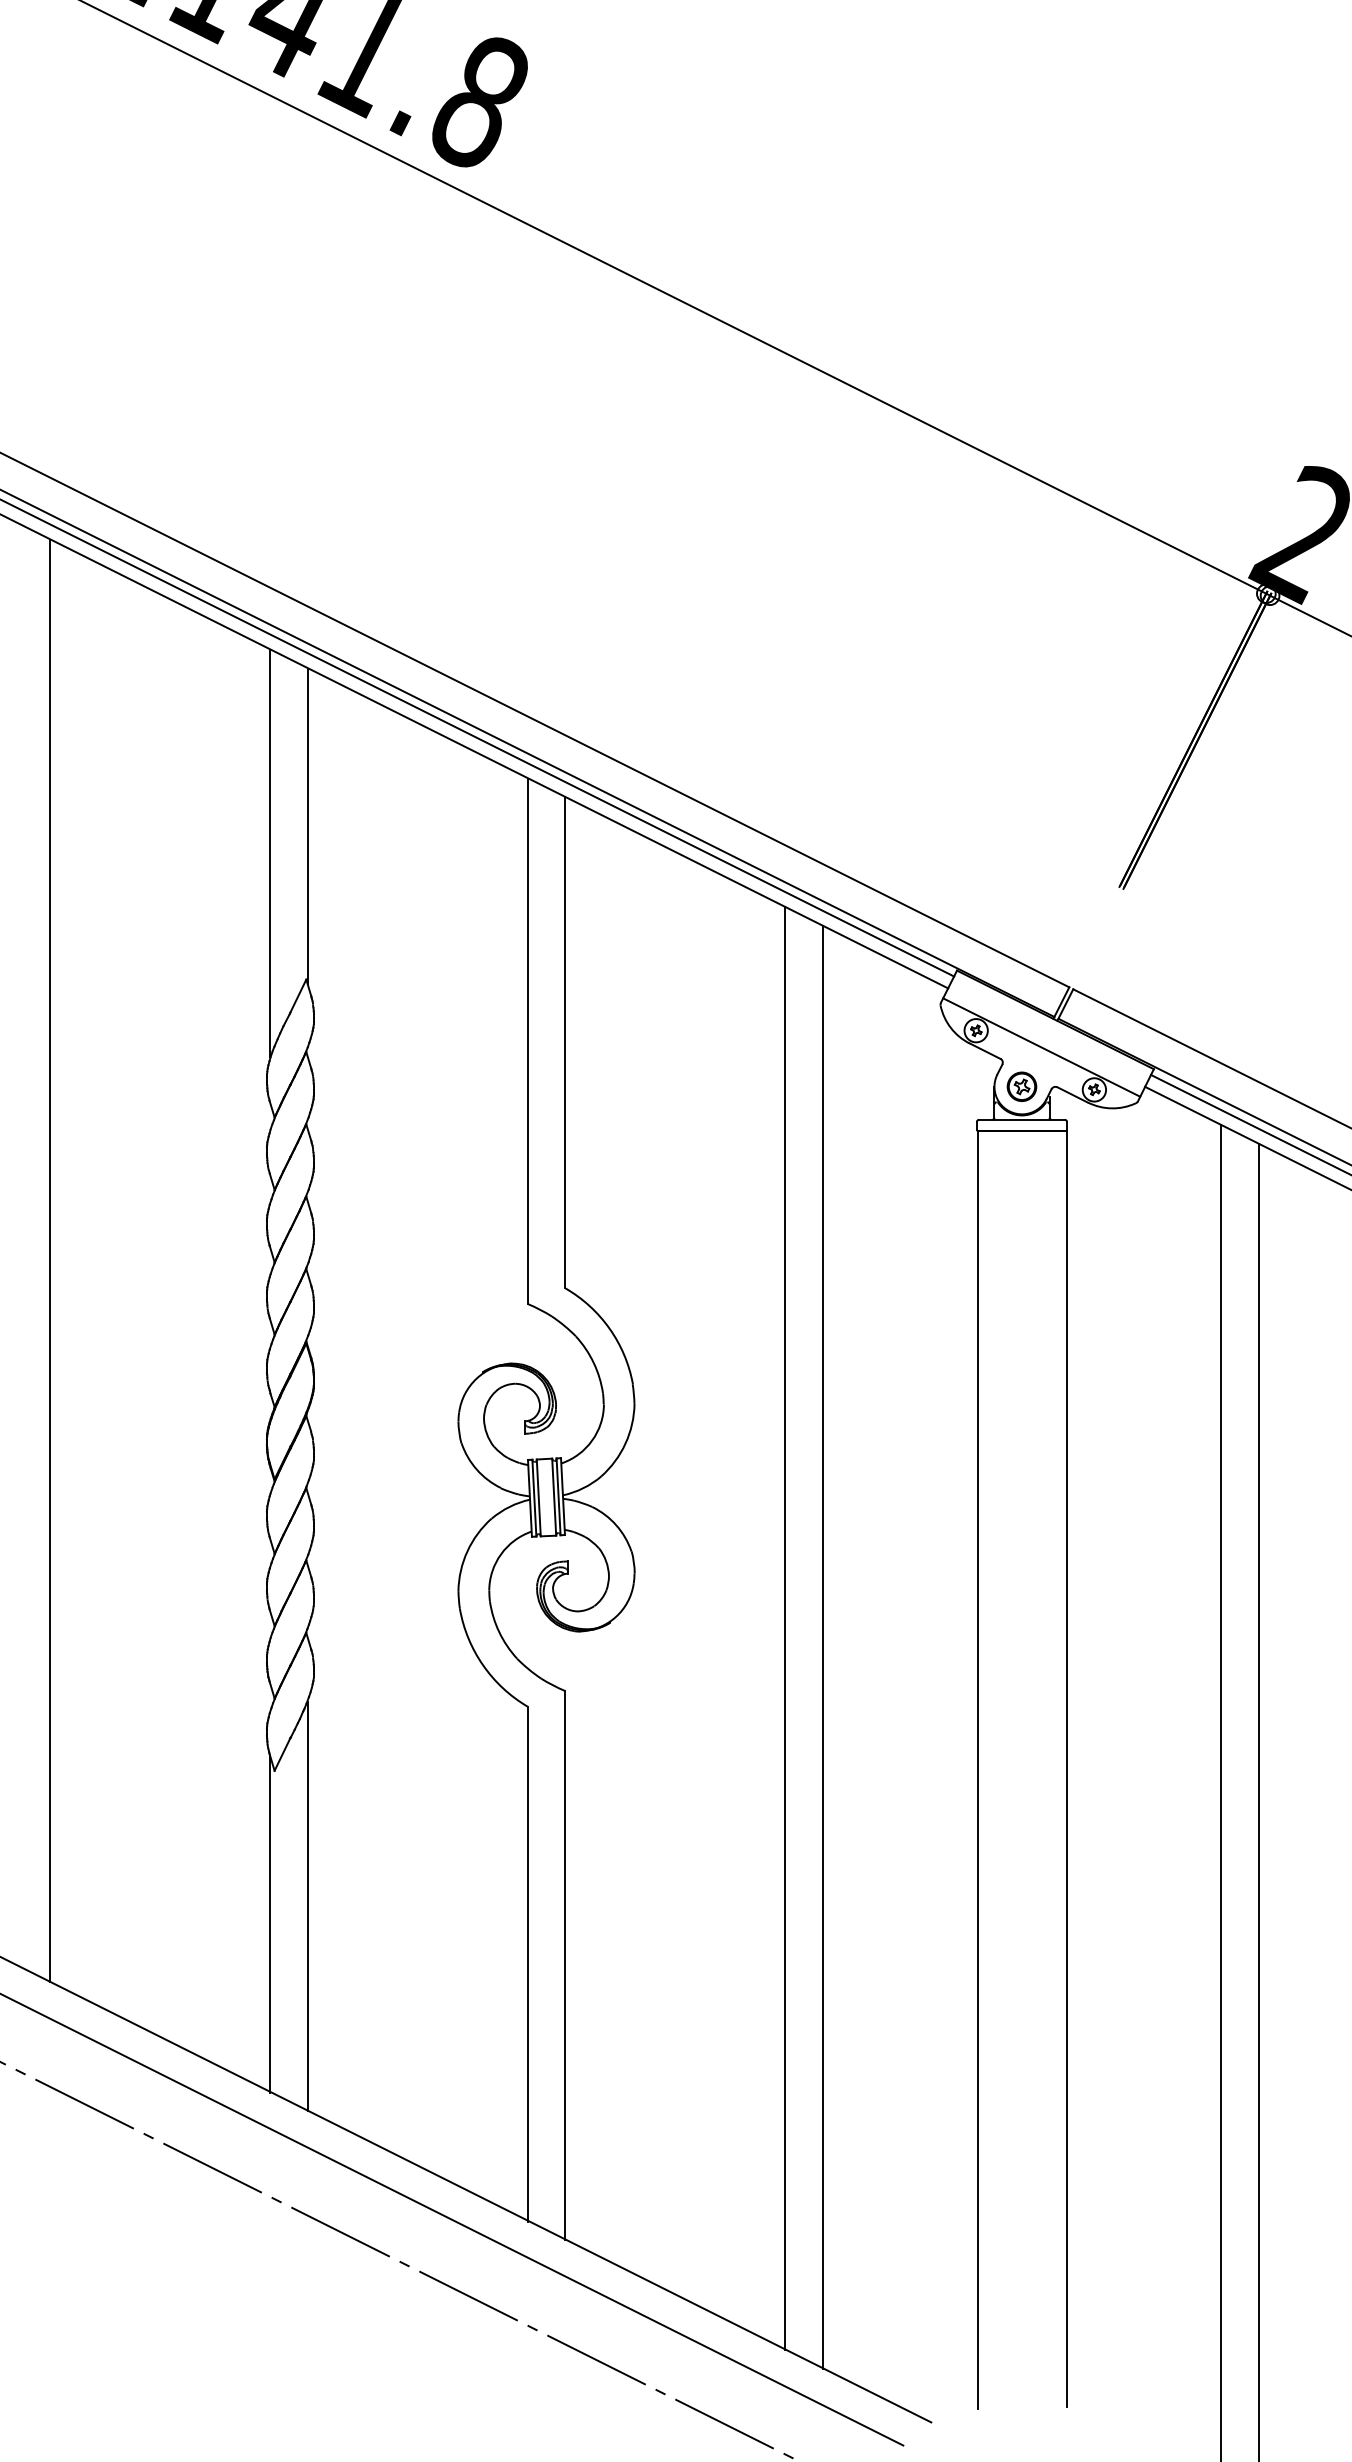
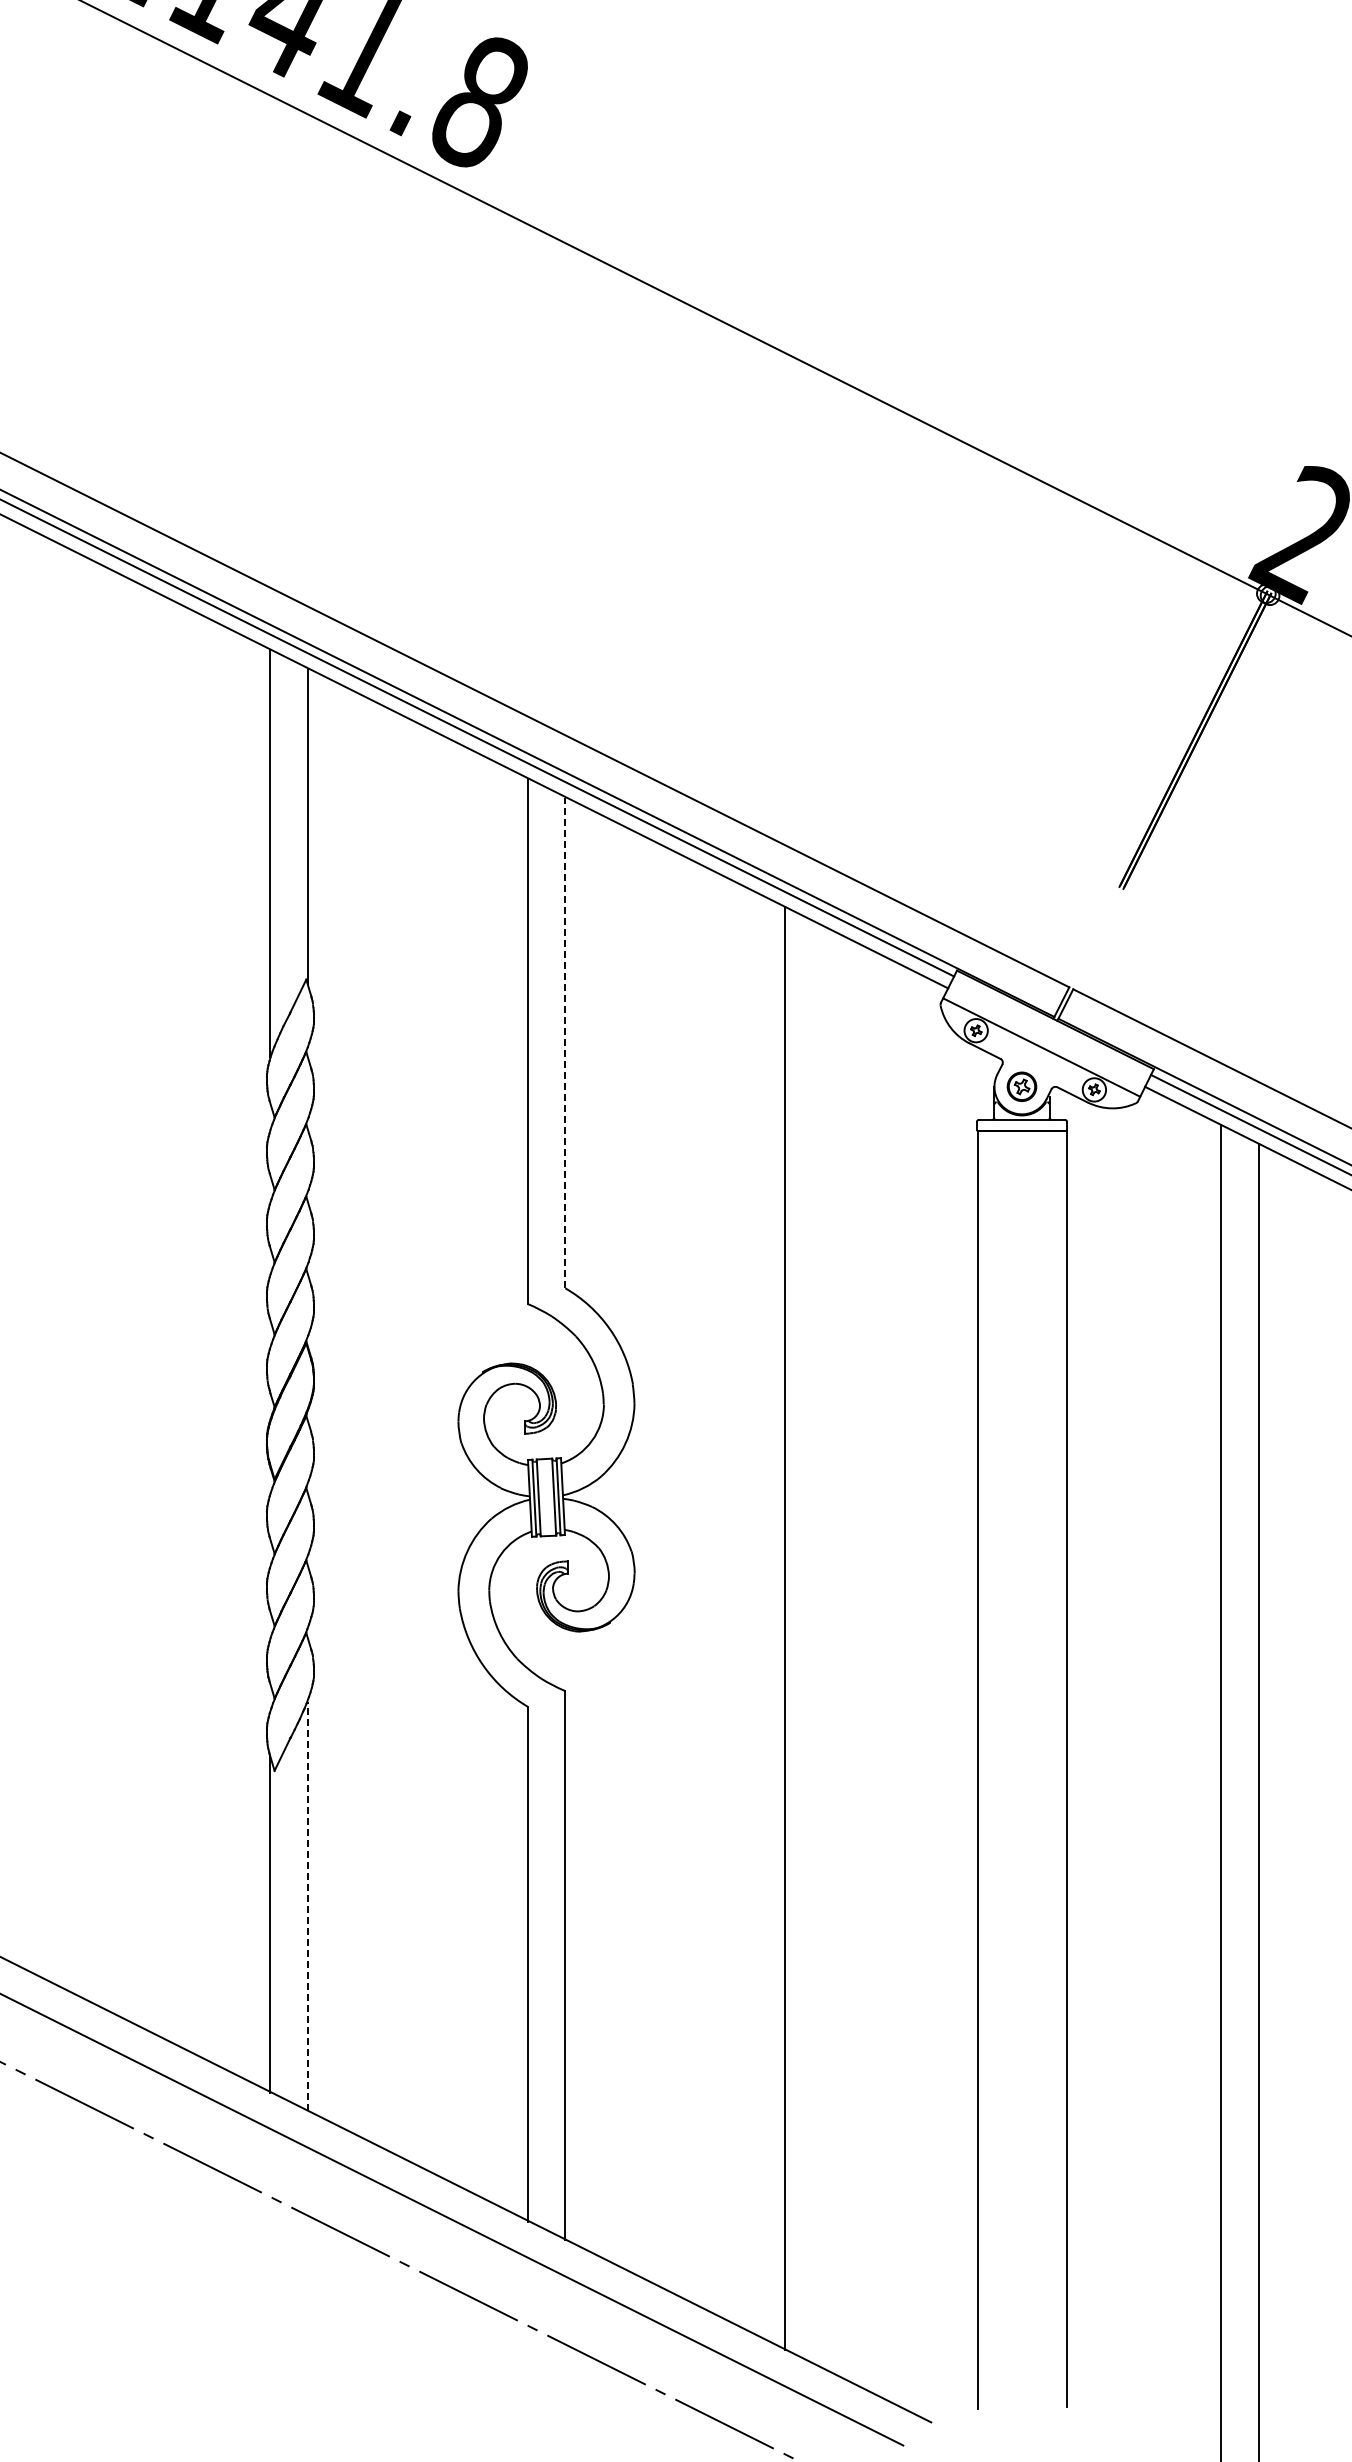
line at (565, 1042): solid -> dashed
line at (50, 1260): present -> none
line at (822, 1647): present -> none
line at (307, 1906): solid -> dashed
